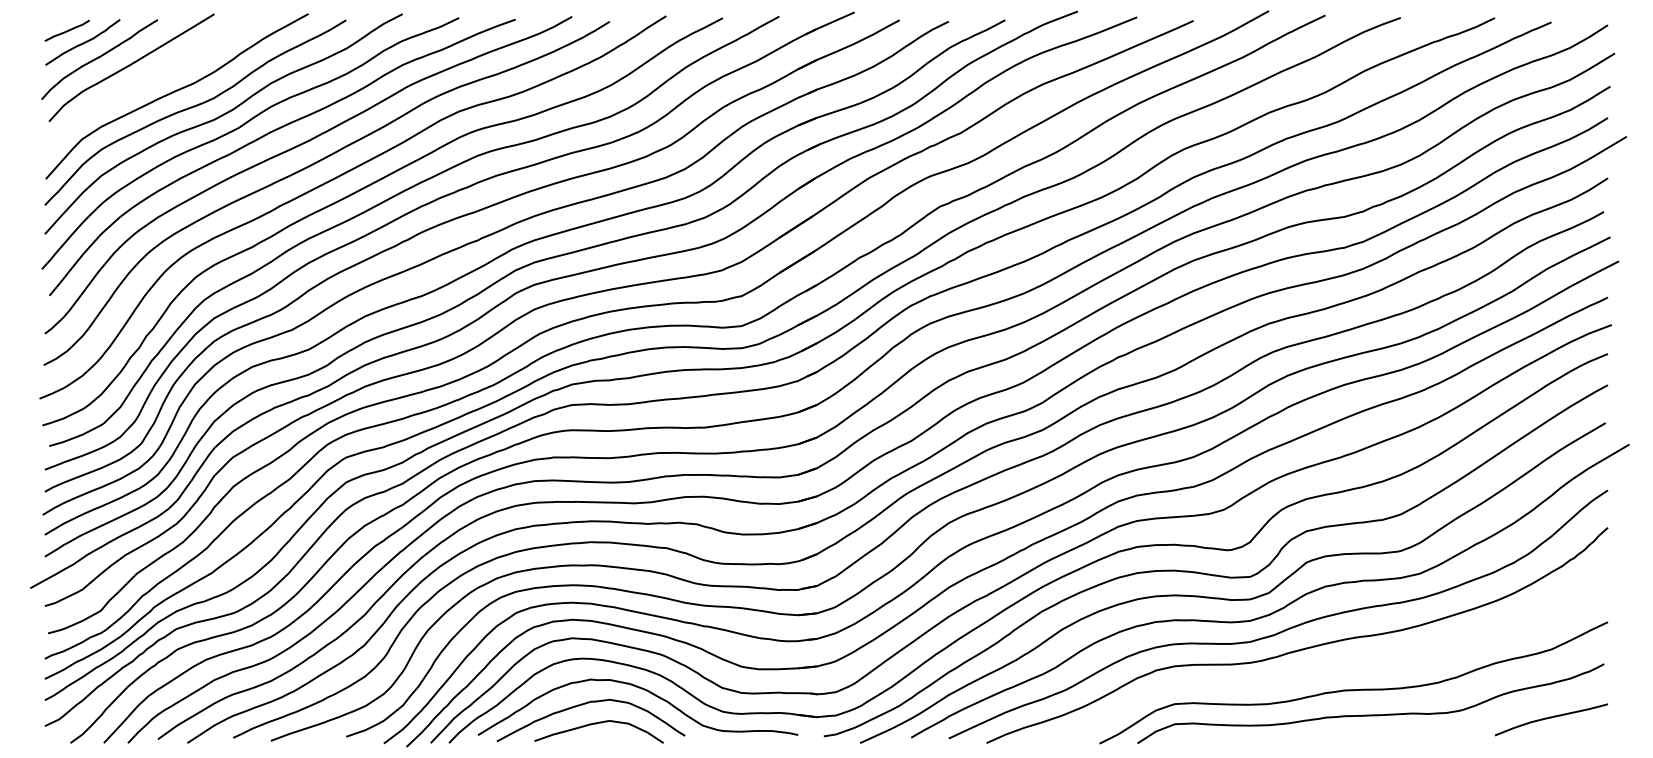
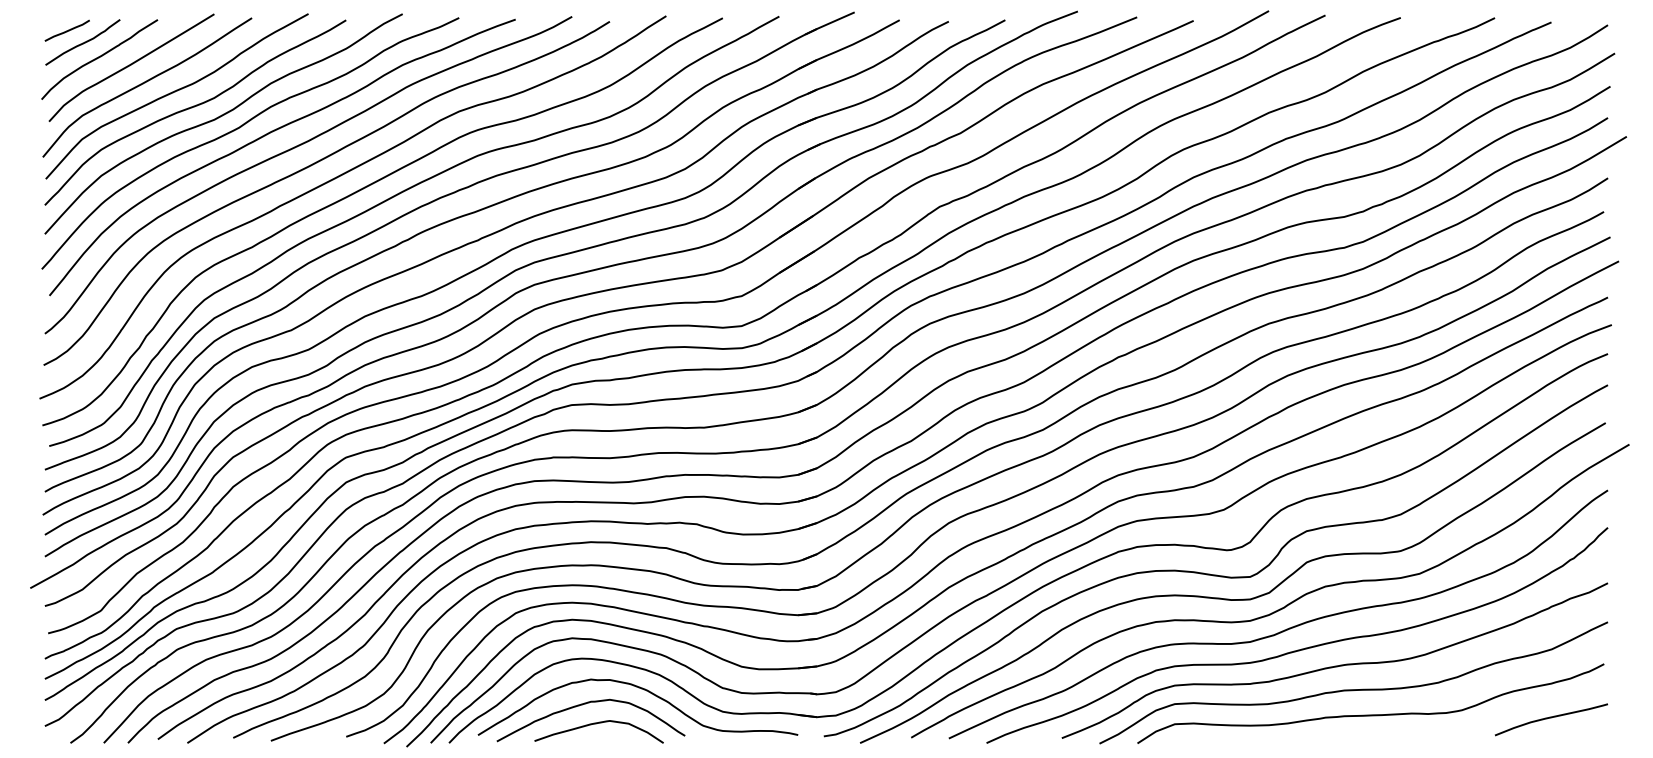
curve at (145, 83): none -> present
curve at (1334, 665): none -> present
